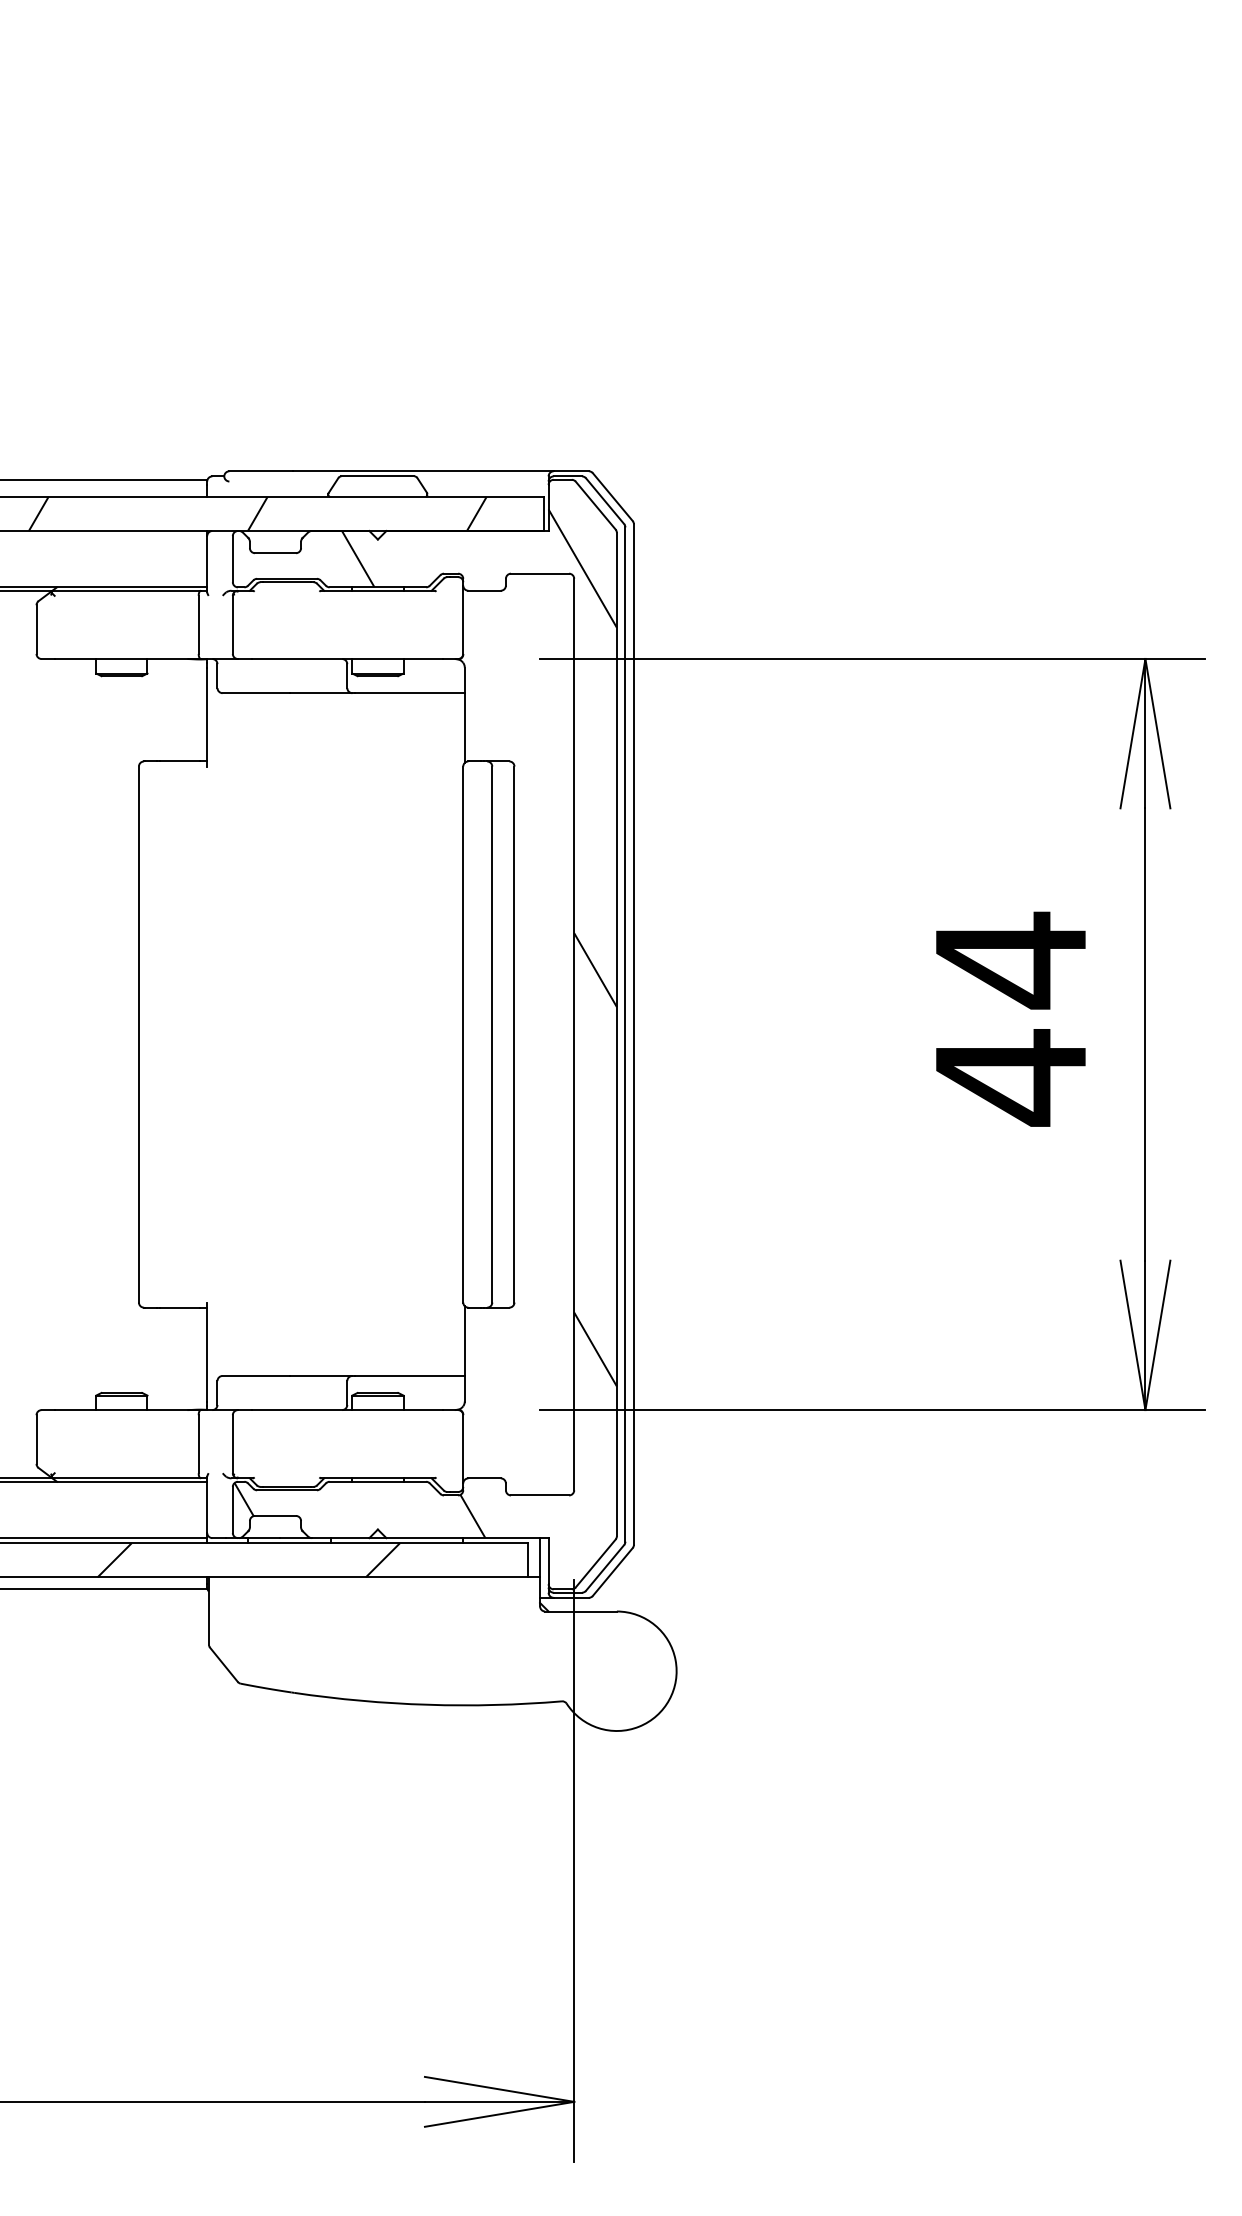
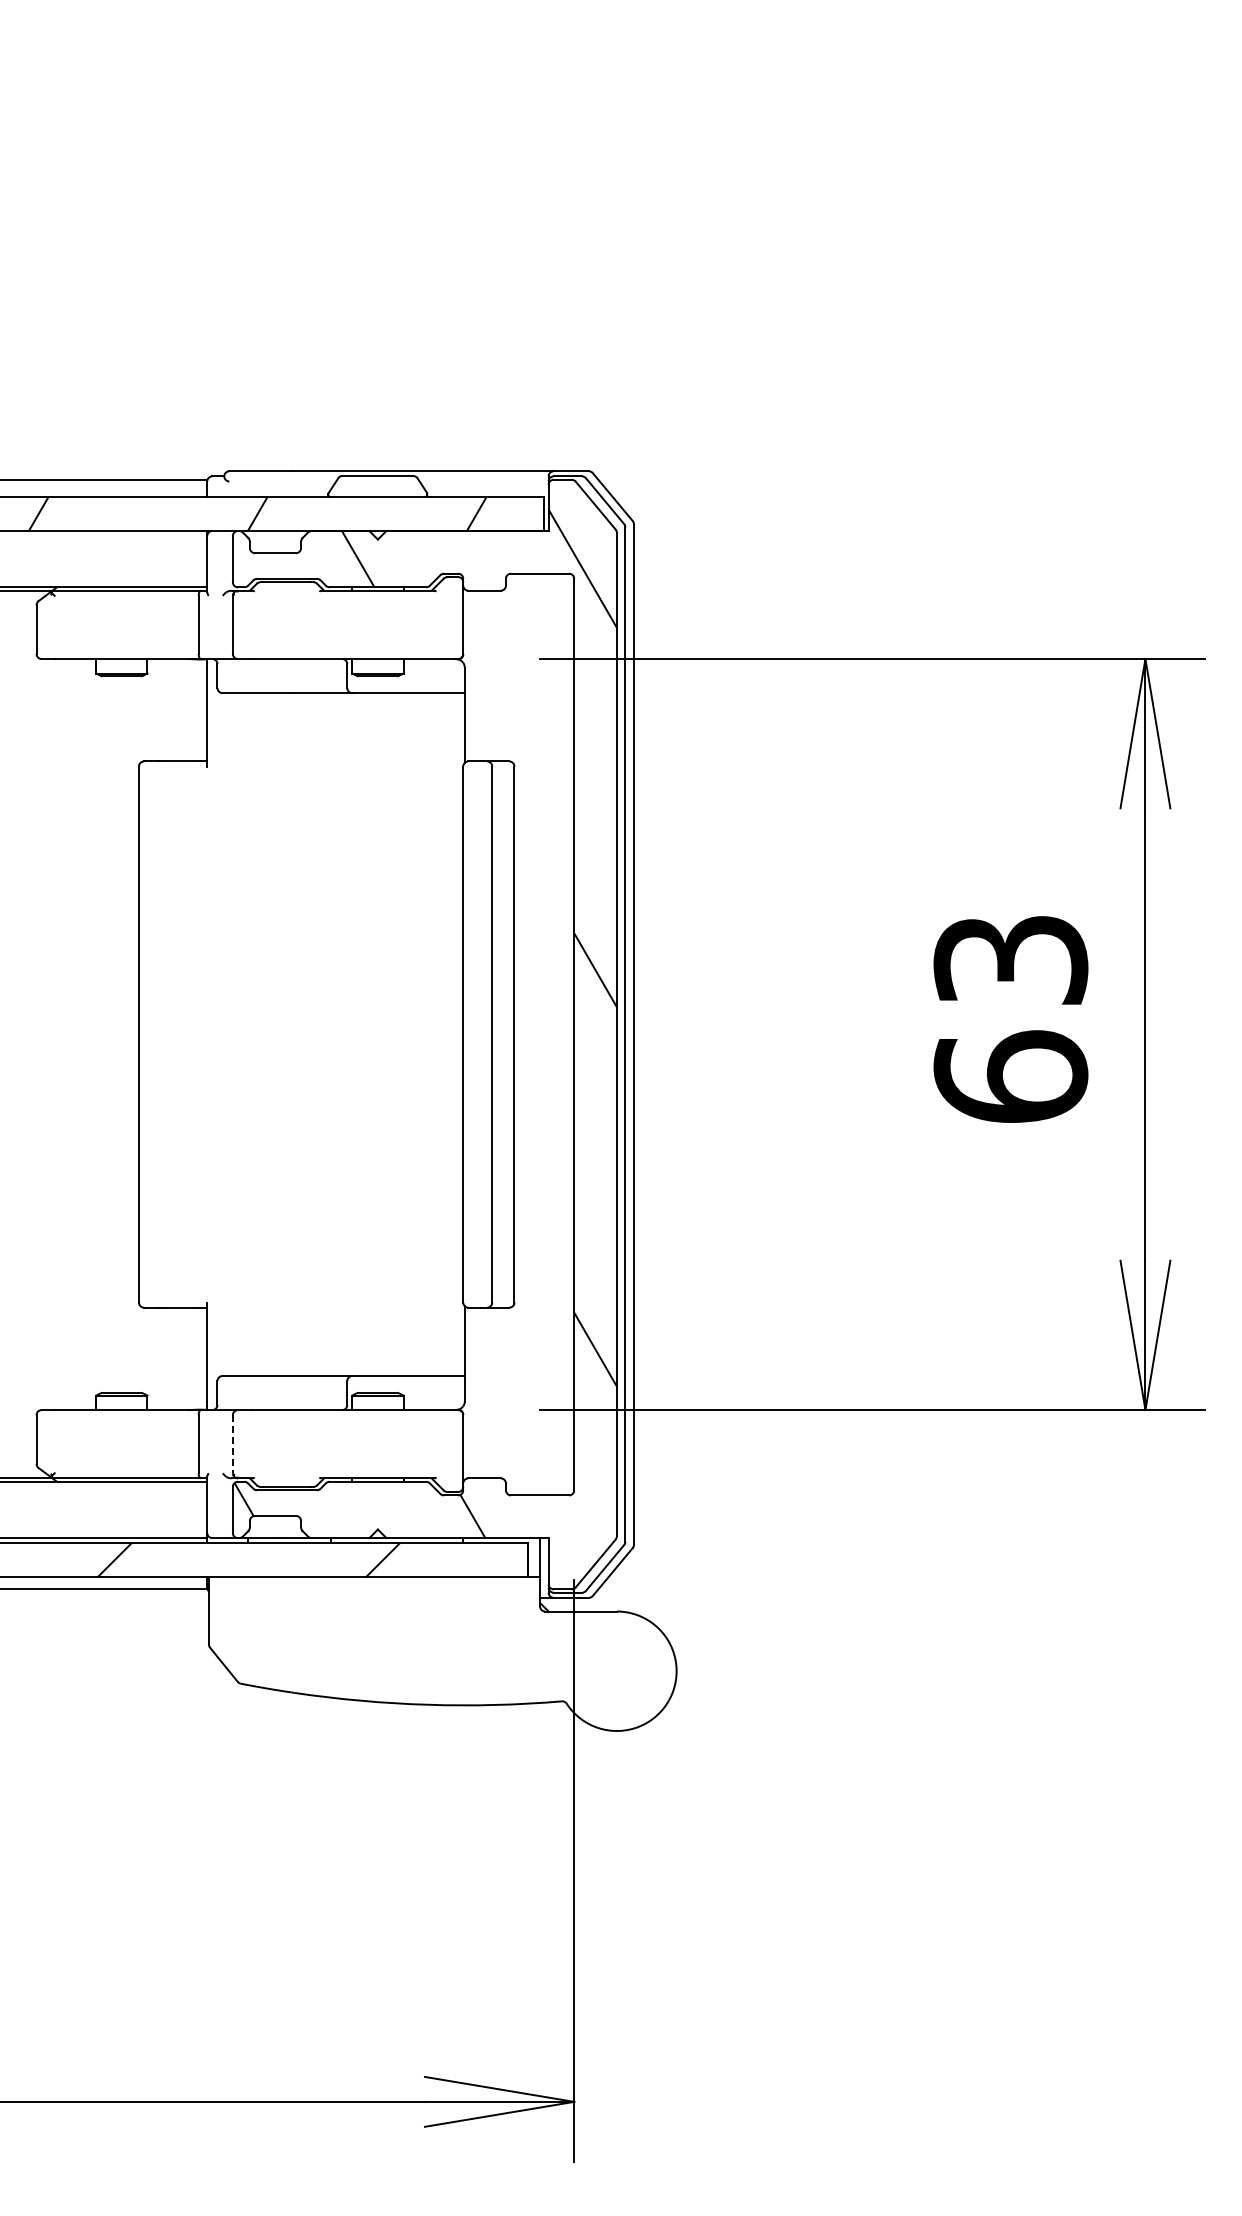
text at (1010, 1018): 44 -> 63
line at (232, 1444): solid -> dashed
